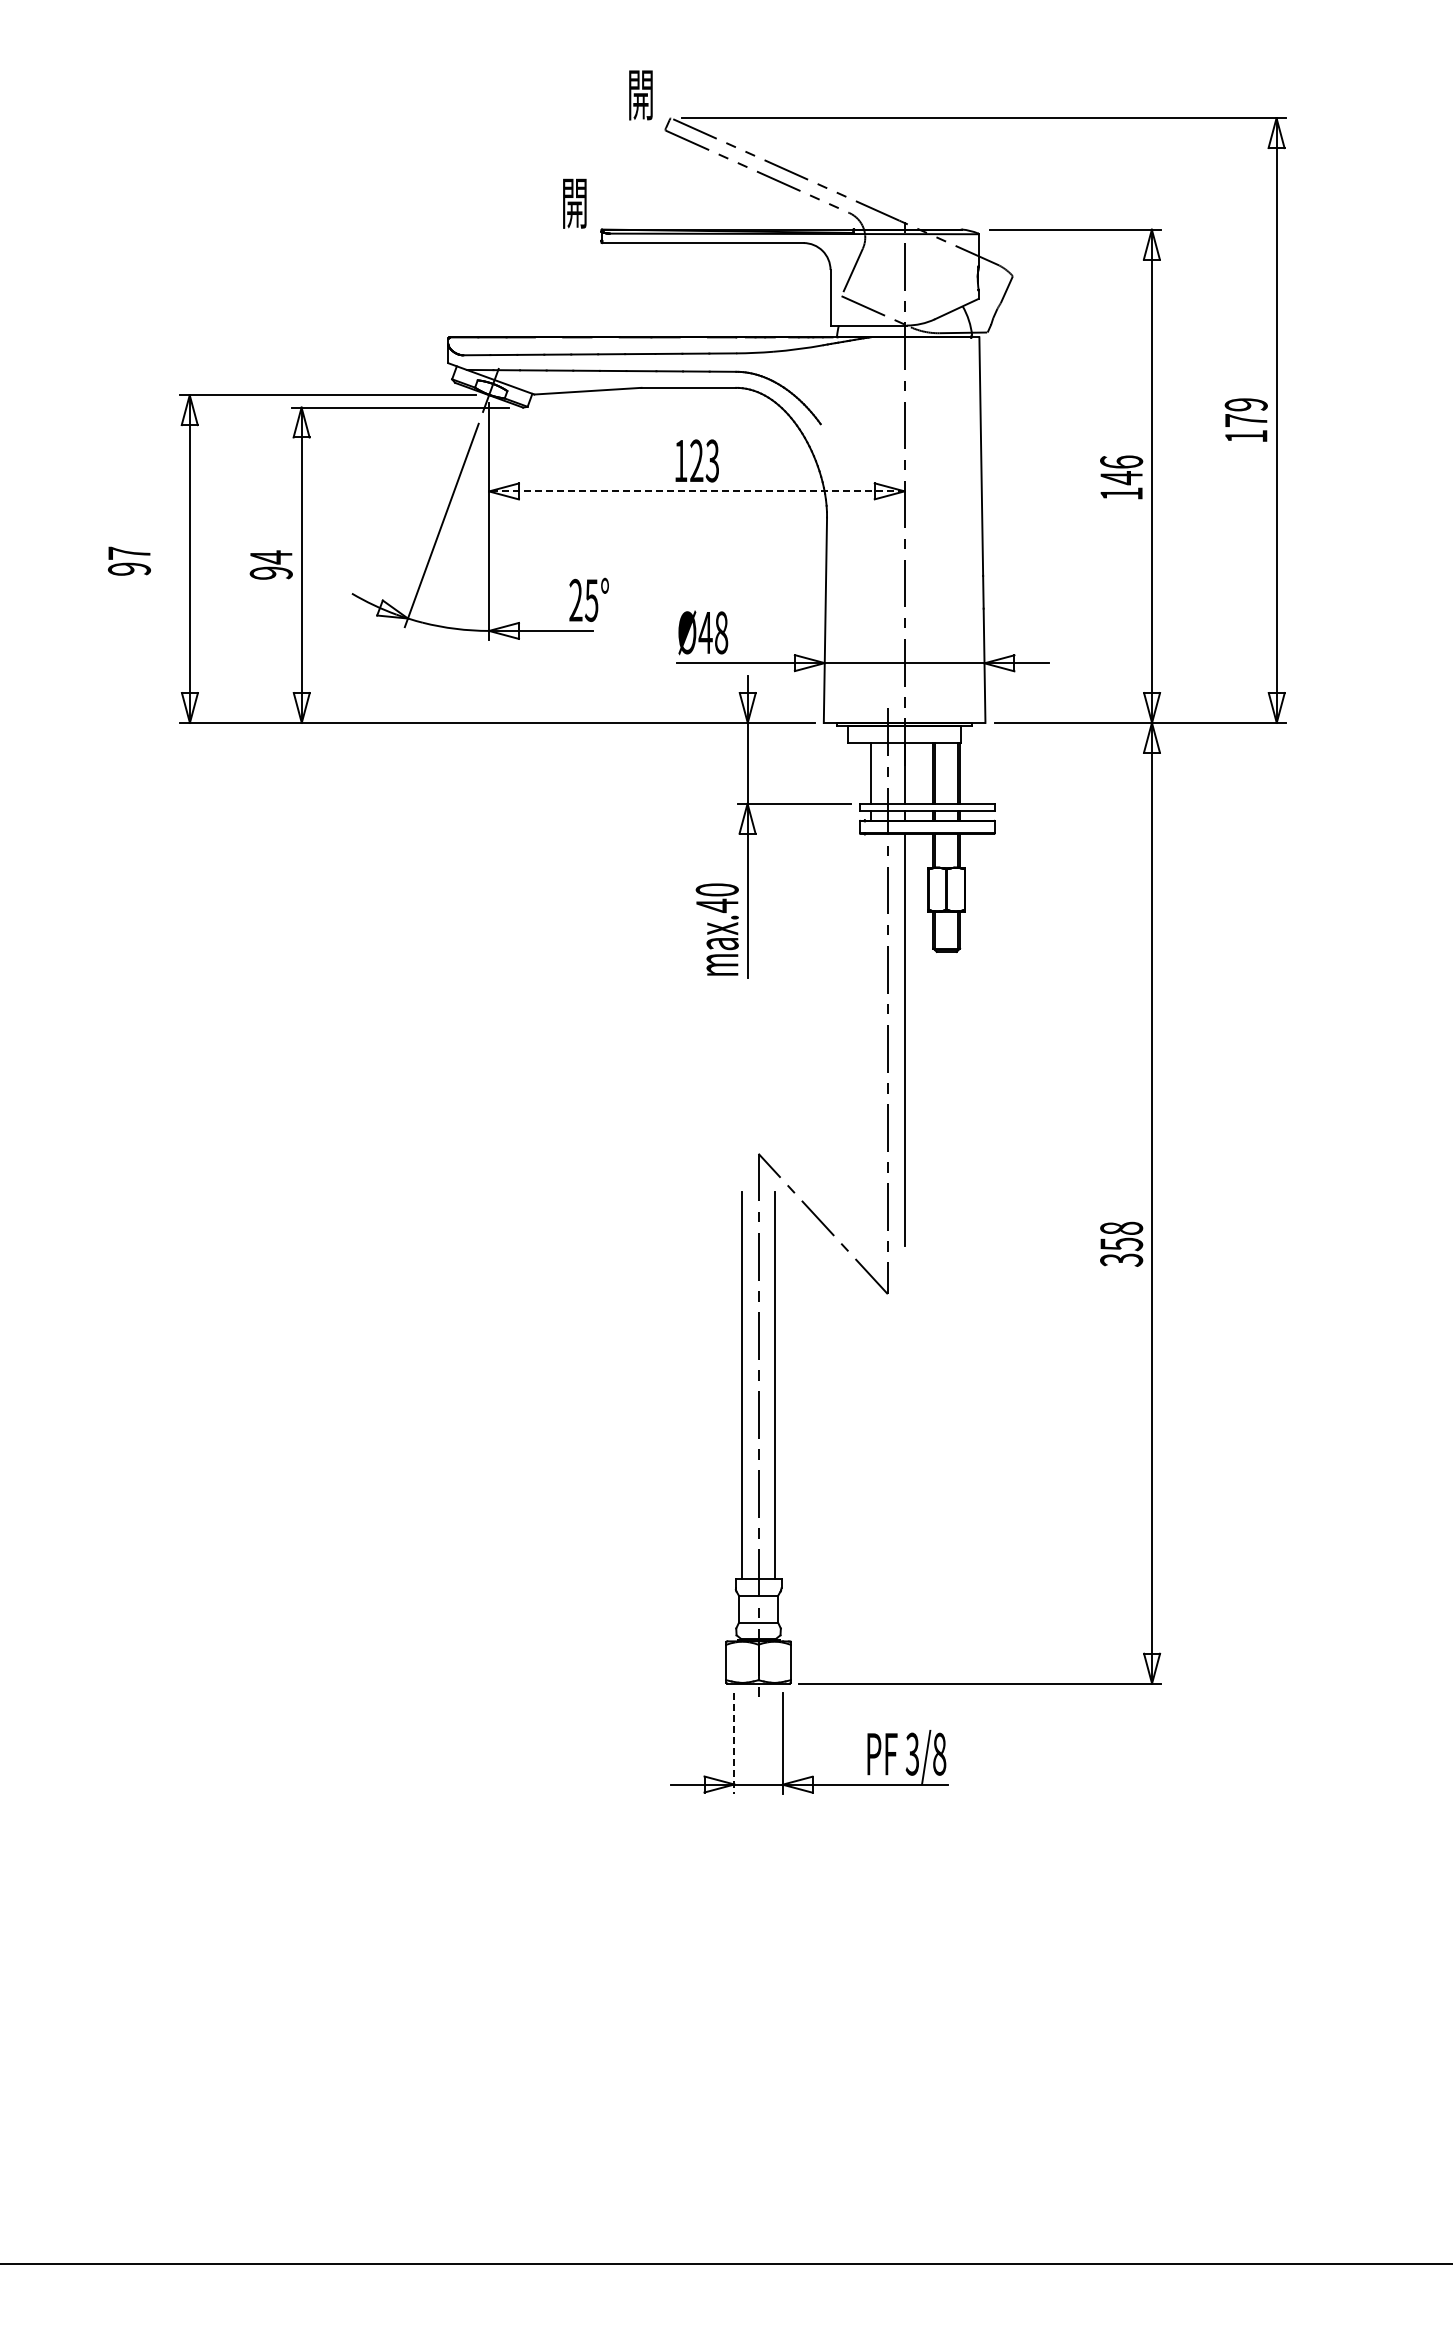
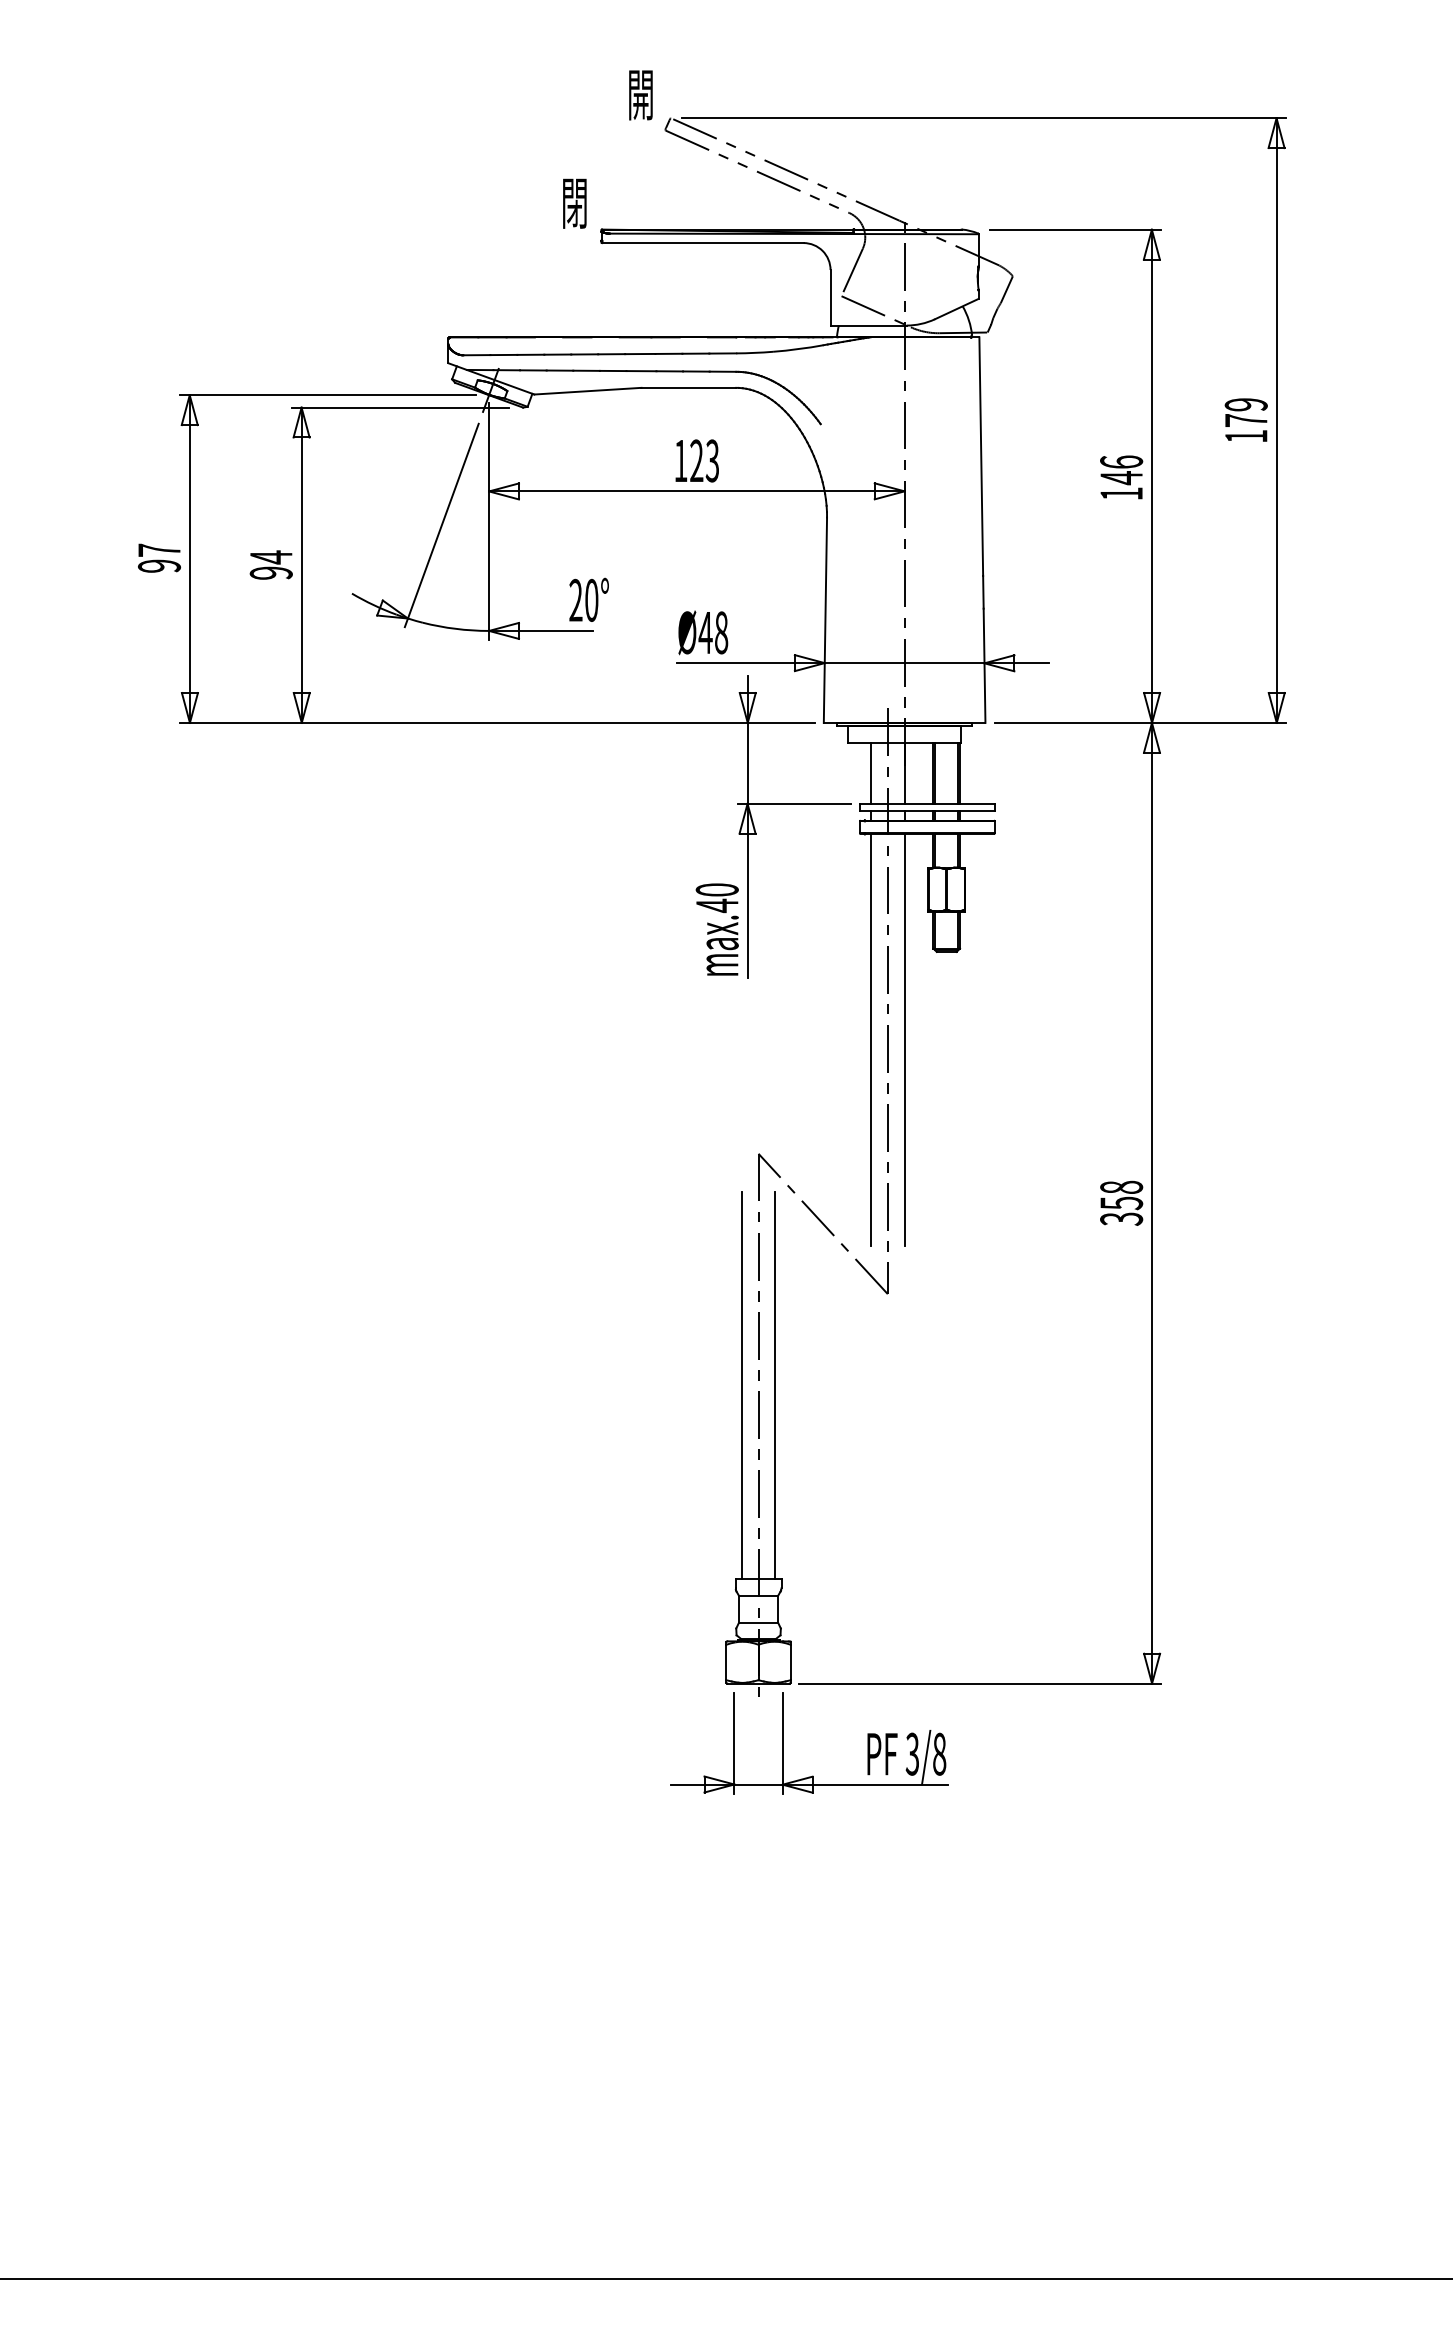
text at (574, 207): 開 -> 閉
line at (696, 491): dashed -> solid
text at (129, 560) position: (129, 560) -> (159, 557)
text at (591, 599): 25° -> 20°
line at (870, 1040): none -> present
text at (1121, 1243) position: (1121, 1243) -> (1121, 1202)
line at (734, 1743): dashed -> solid
line at (725, 2263) position: (725, 2263) -> (725, 2278)
